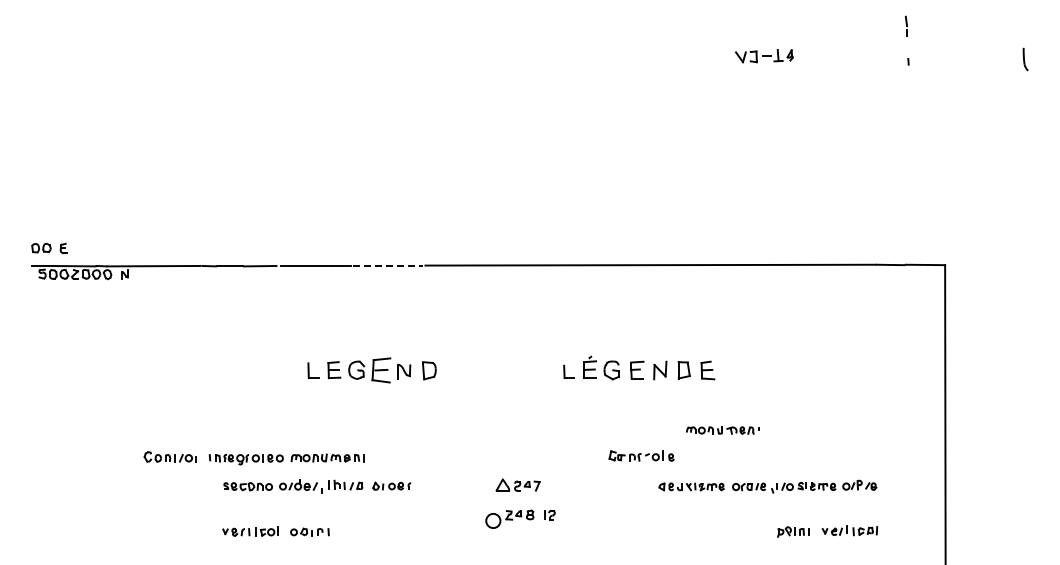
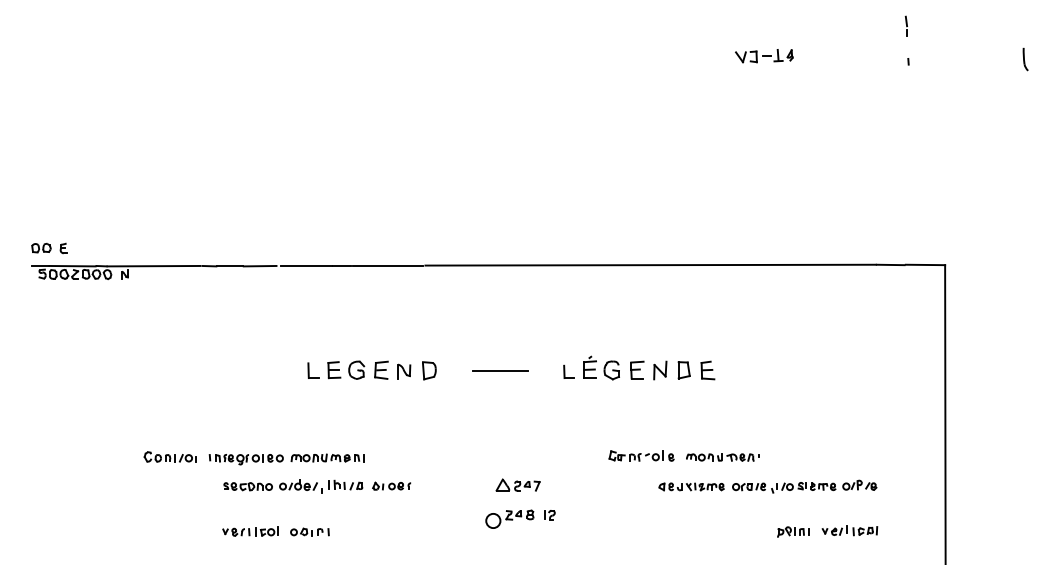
line at (388, 265): dashed -> solid
part at (381, 370) size: 21x27 px -> 15x20 px
line at (500, 370): none -> present
part at (722, 430) position: (722, 430) -> (722, 457)
